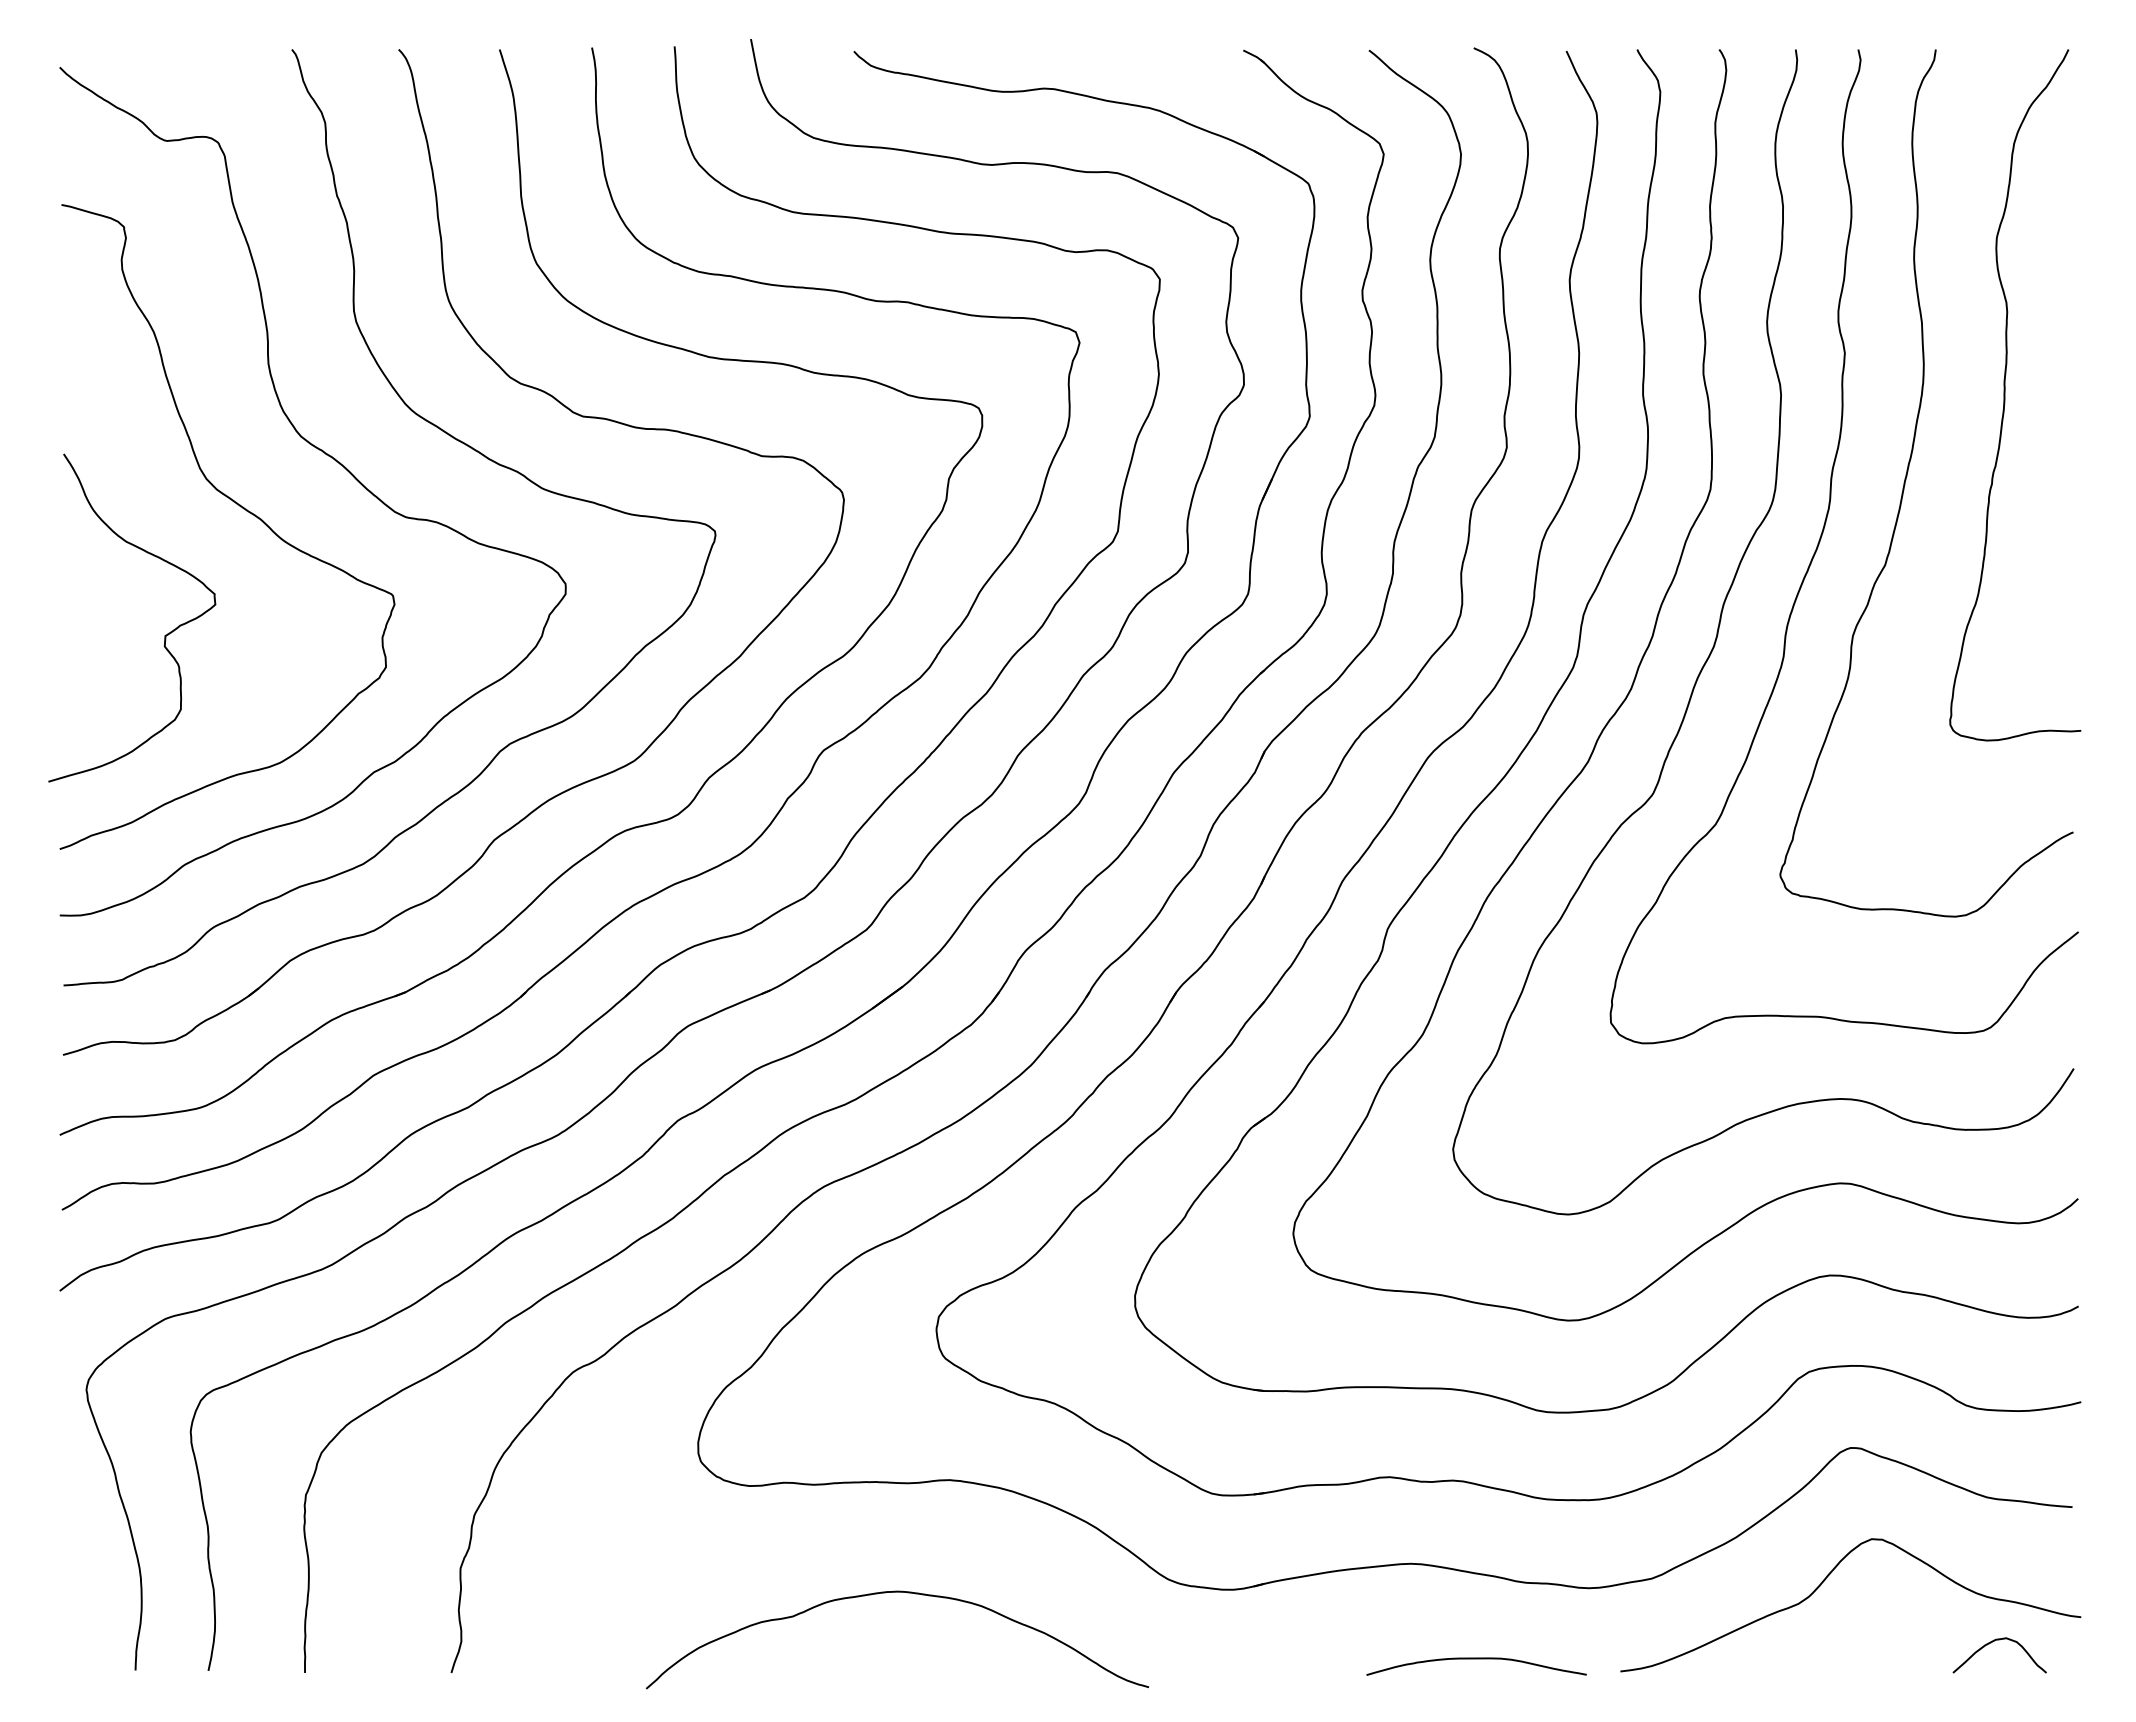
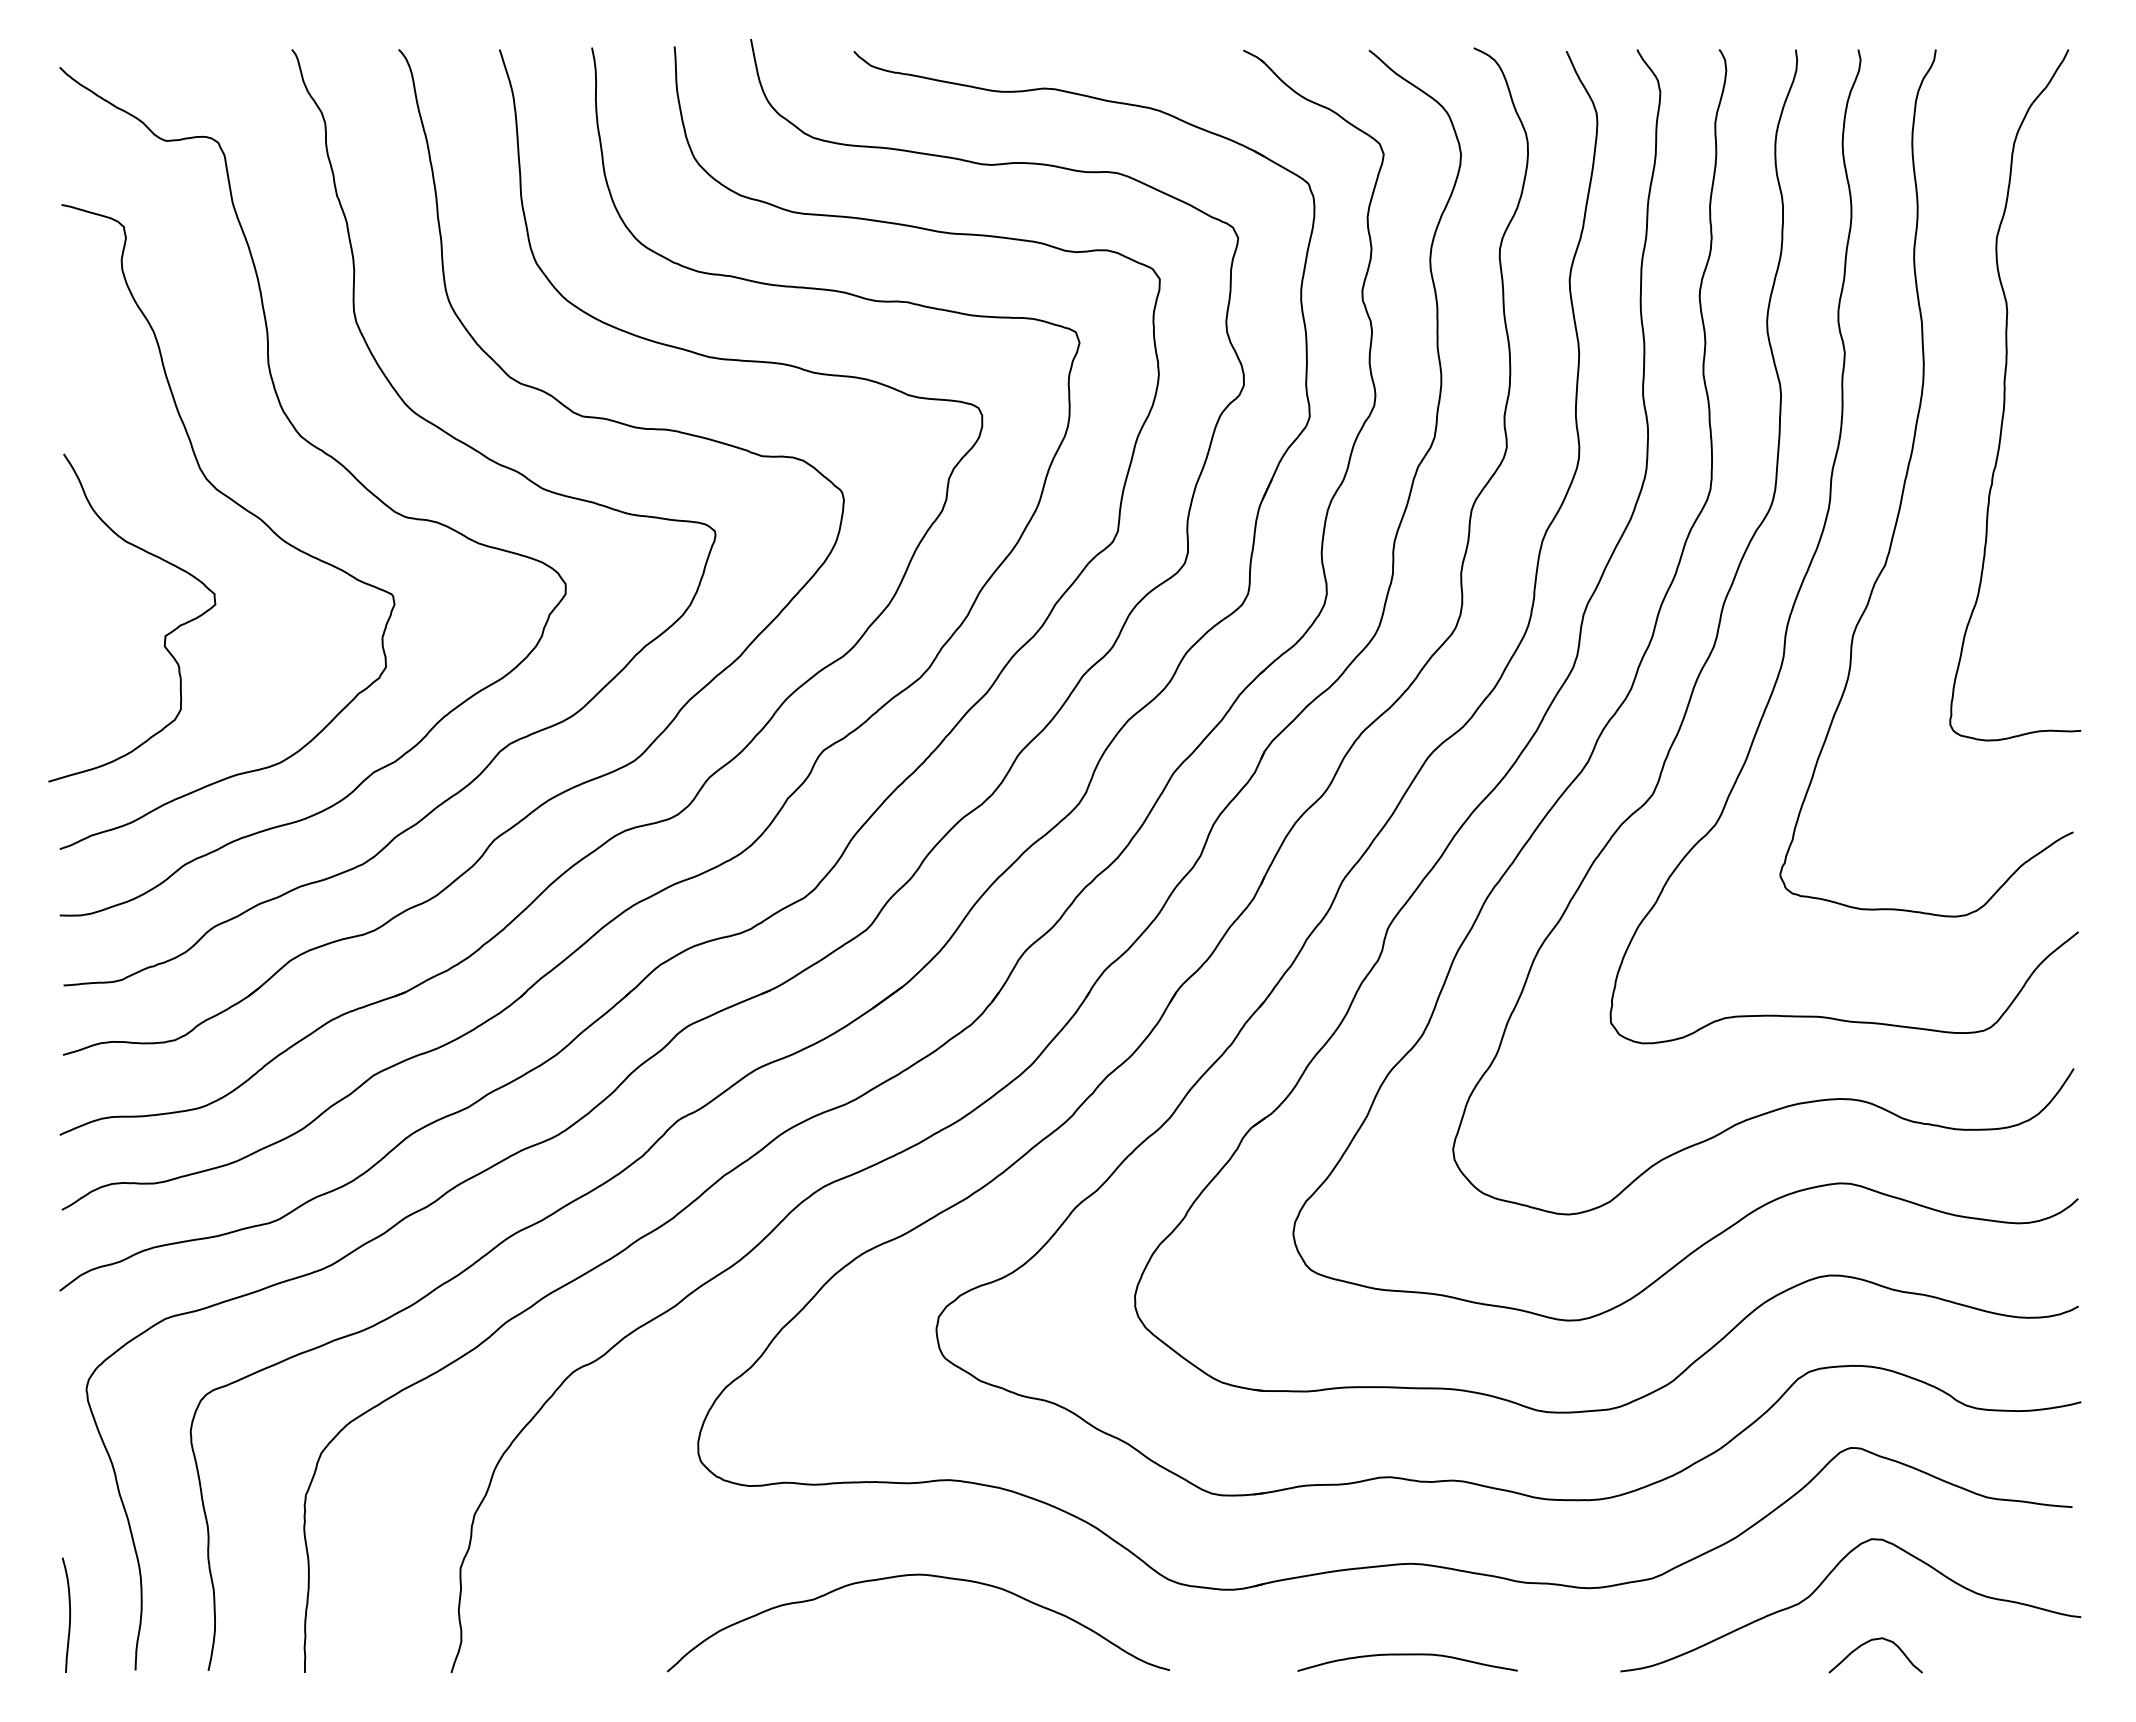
curve at (897, 1592) position: (897, 1592) -> (918, 1575)
curve at (69, 1614): none -> present
curve at (1991, 1643) position: (1991, 1643) -> (1867, 1643)
curve at (1476, 1659) position: (1476, 1659) -> (1407, 1655)
